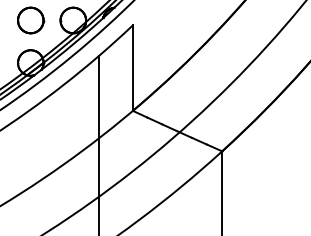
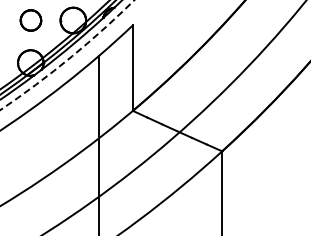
part at (31, 20) size: 29x29 px -> 24x23 px
arc at (70, 57): solid -> dashed
